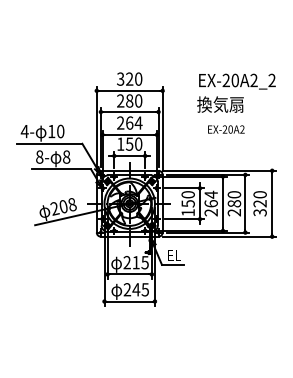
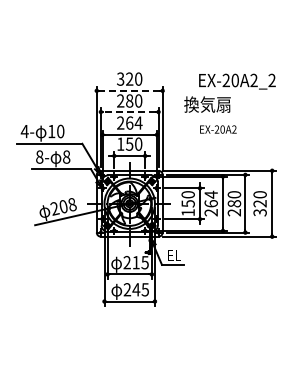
line at (129, 90): solid -> dashed
text at (220, 104) position: (220, 104) -> (207, 104)
line at (129, 112): solid -> dashed
text at (226, 129) position: (226, 129) -> (218, 129)
